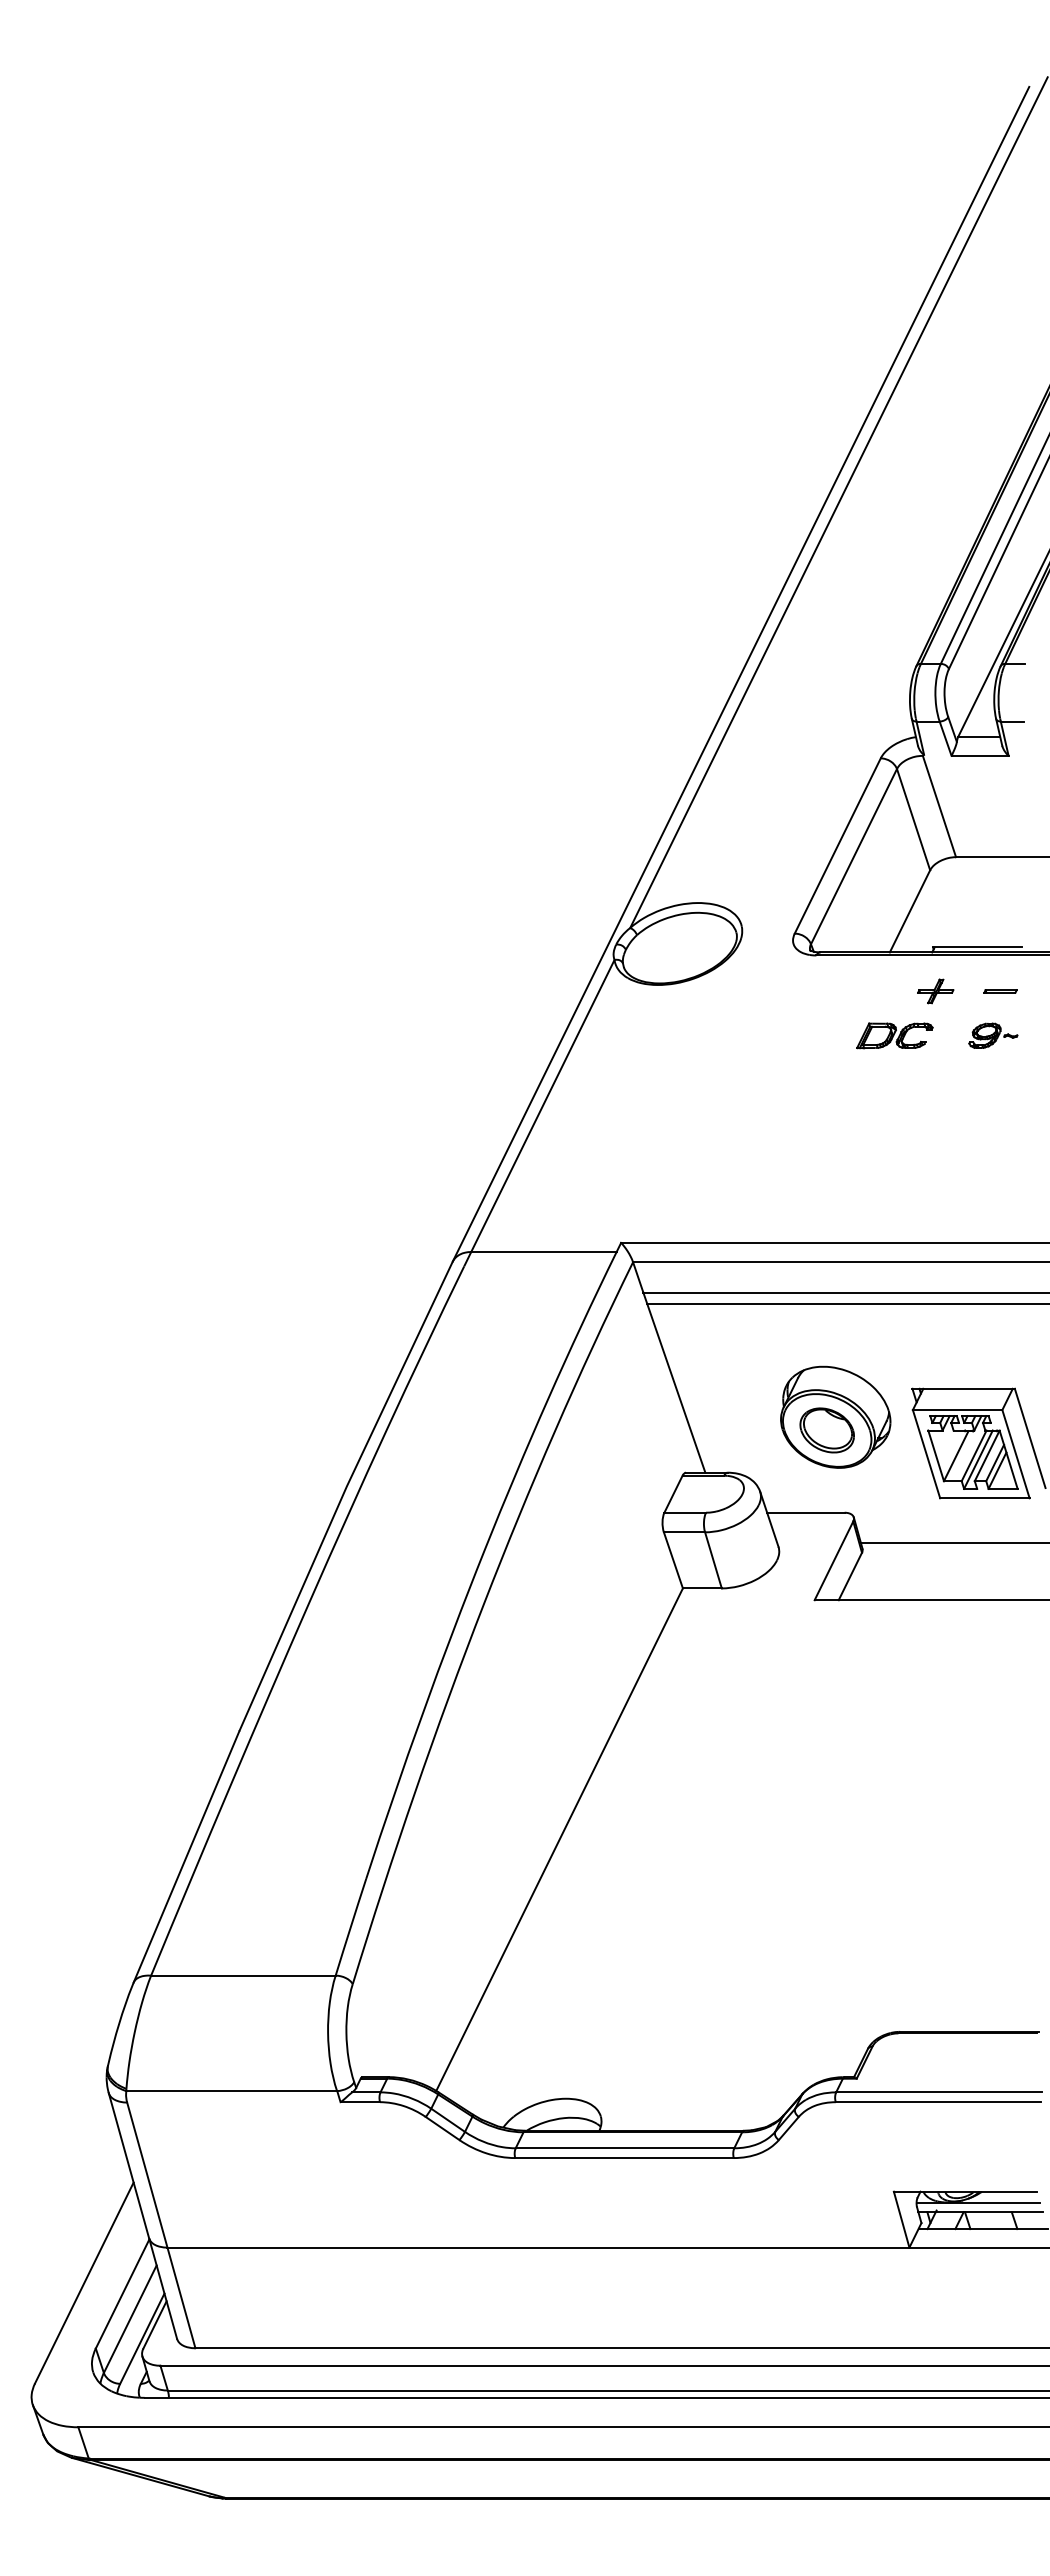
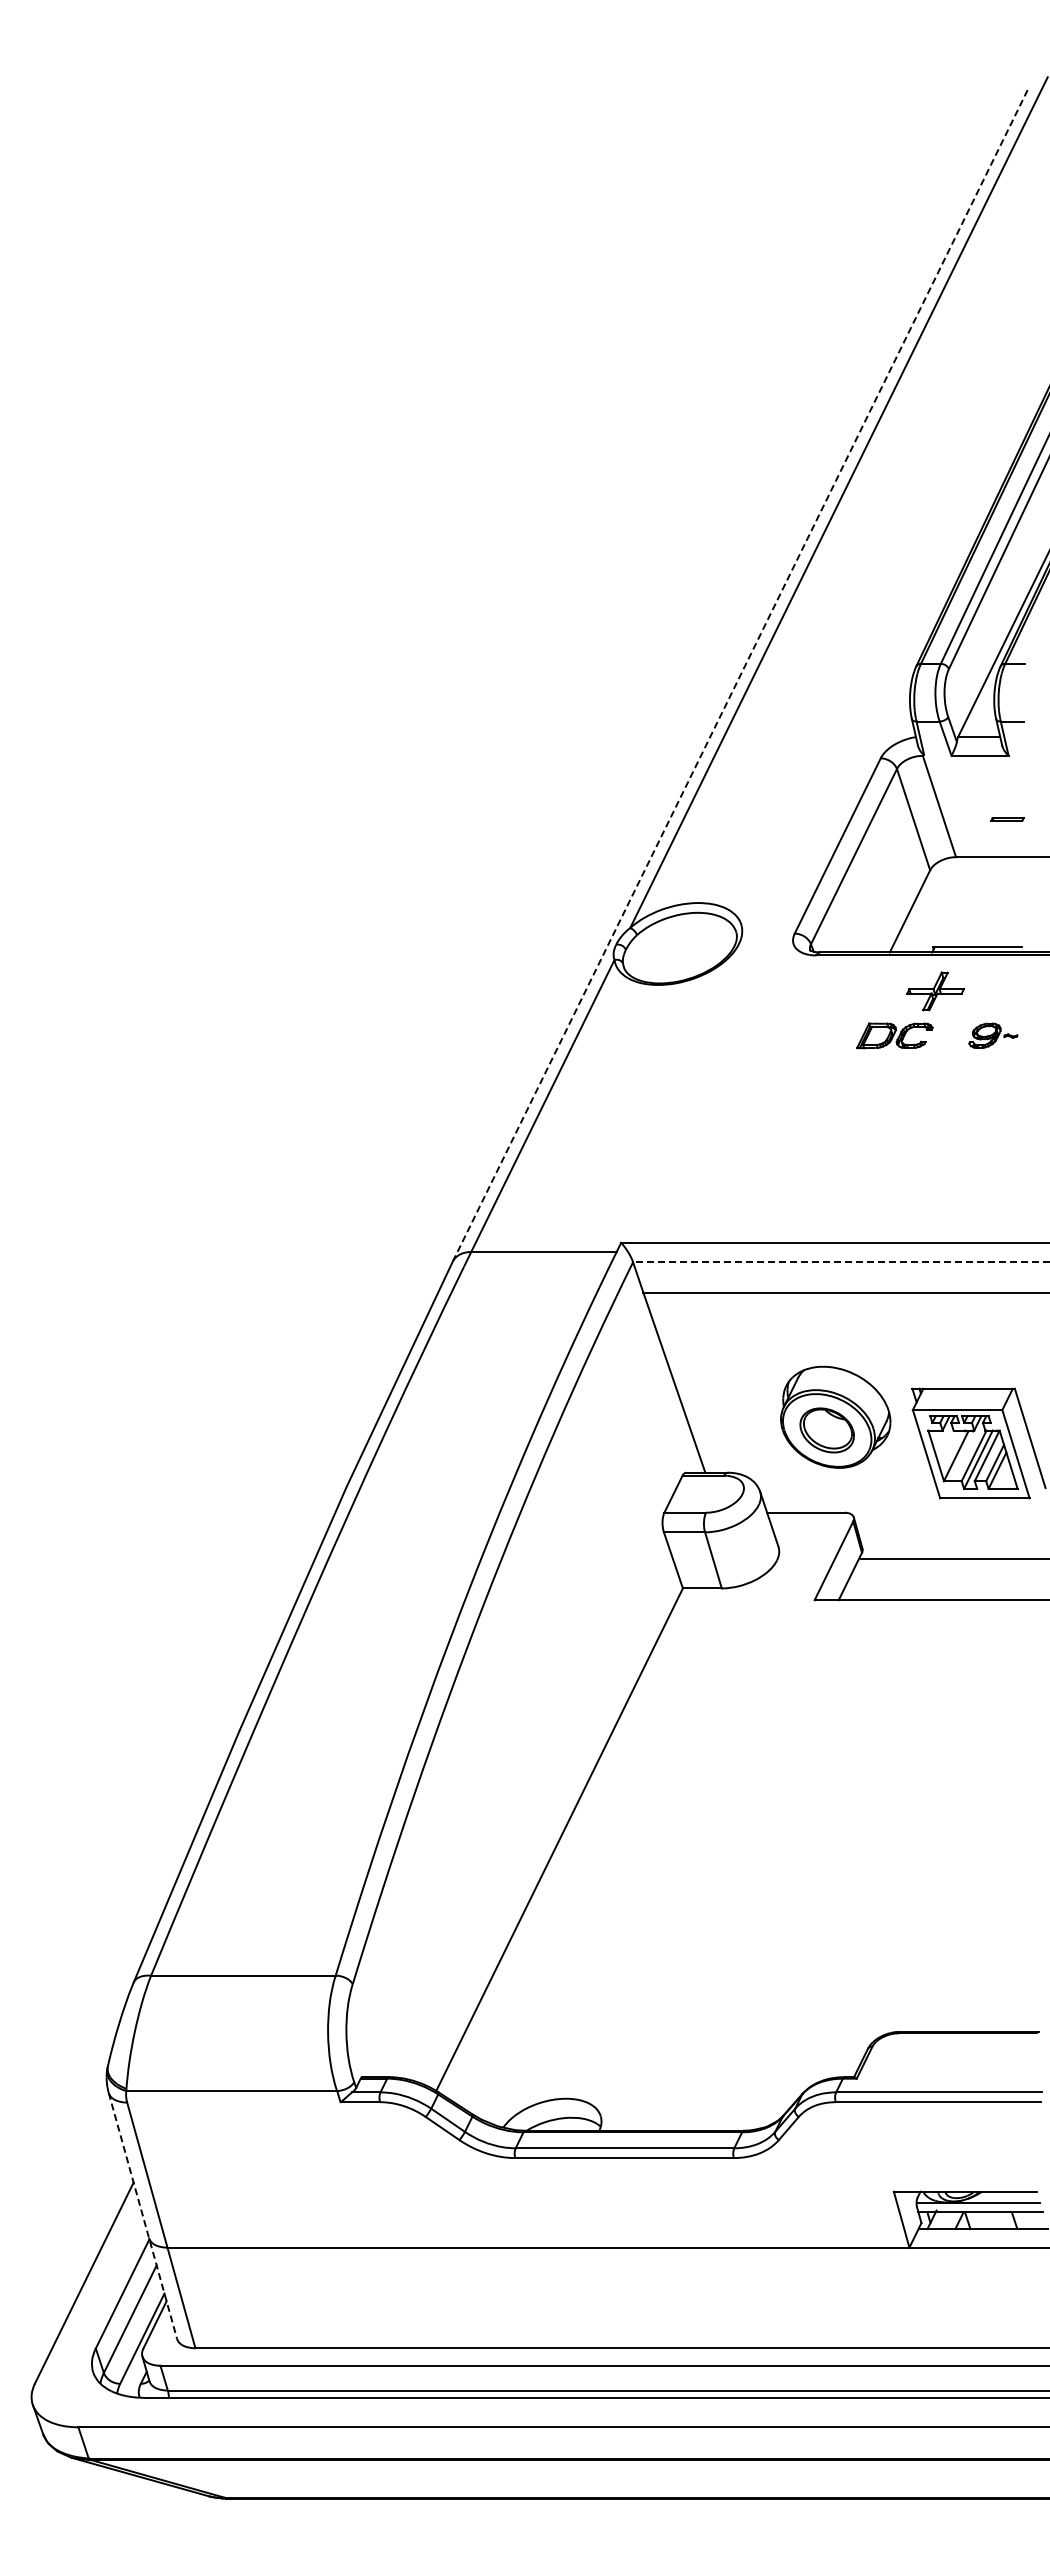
line at (741, 673): solid -> dashed
line at (1000, 990) position: (1000, 990) -> (1007, 818)
part at (935, 991) size: 38x27 px -> 59x41 px
line at (841, 1262): solid -> dashed
line at (846, 1303): present -> none
line at (953, 1543) position: (953, 1543) -> (953, 1559)
line at (142, 2215): solid -> dashed
